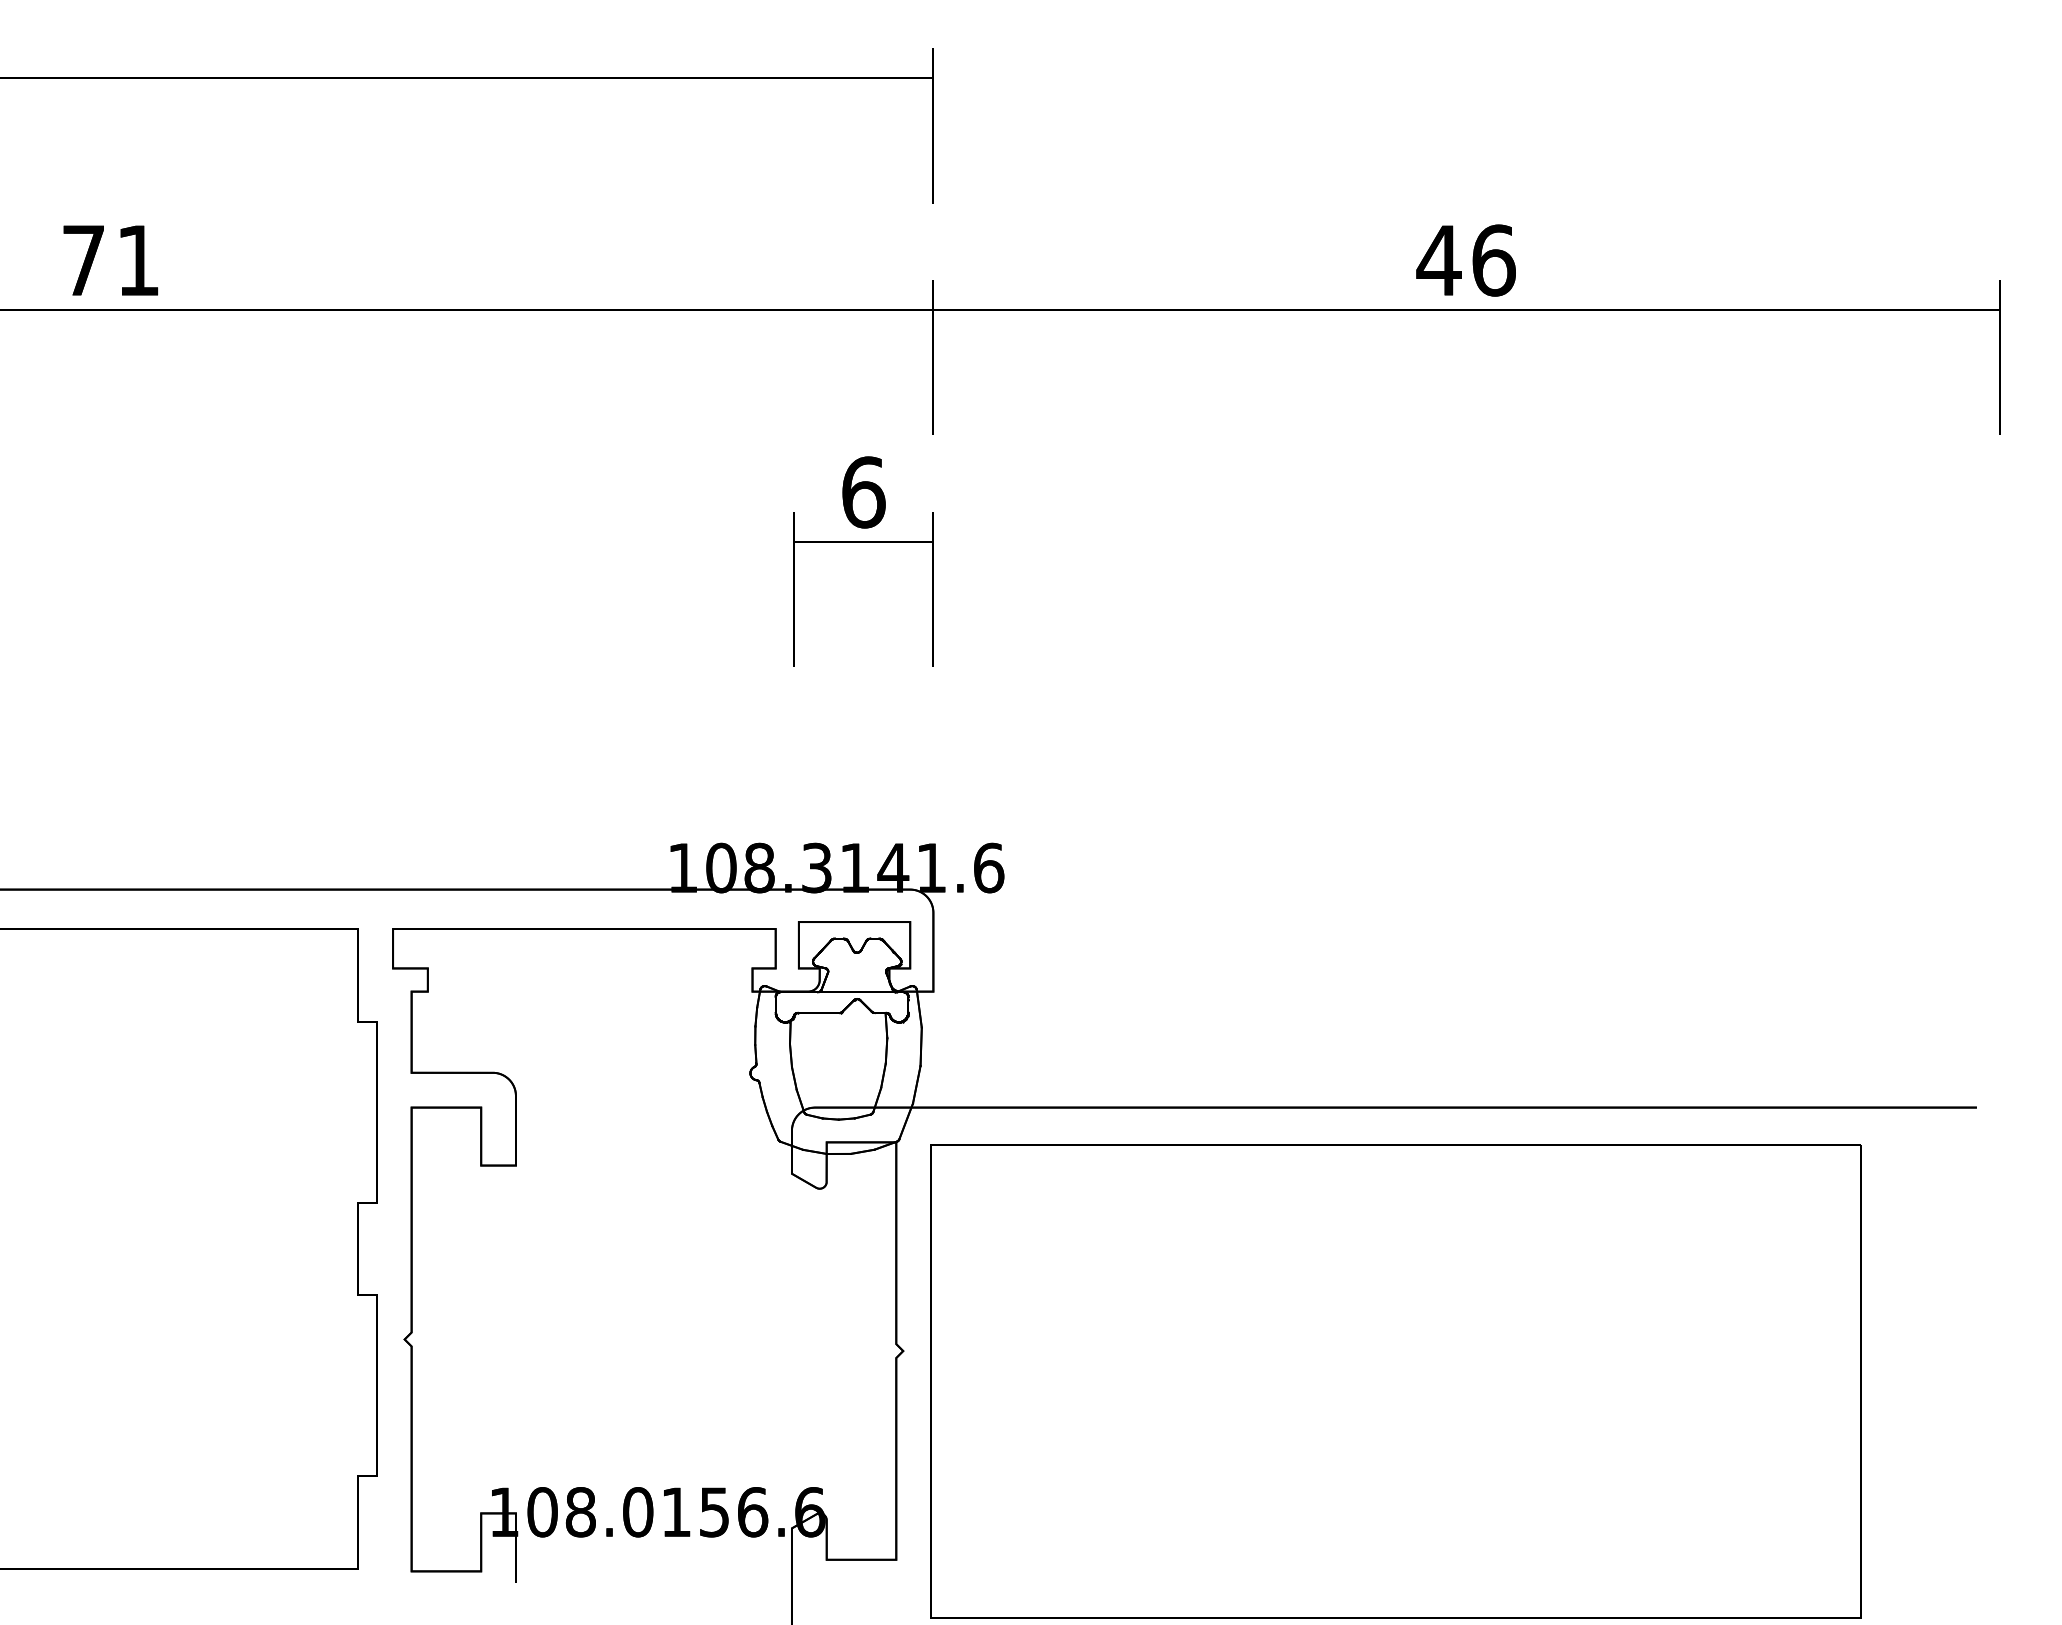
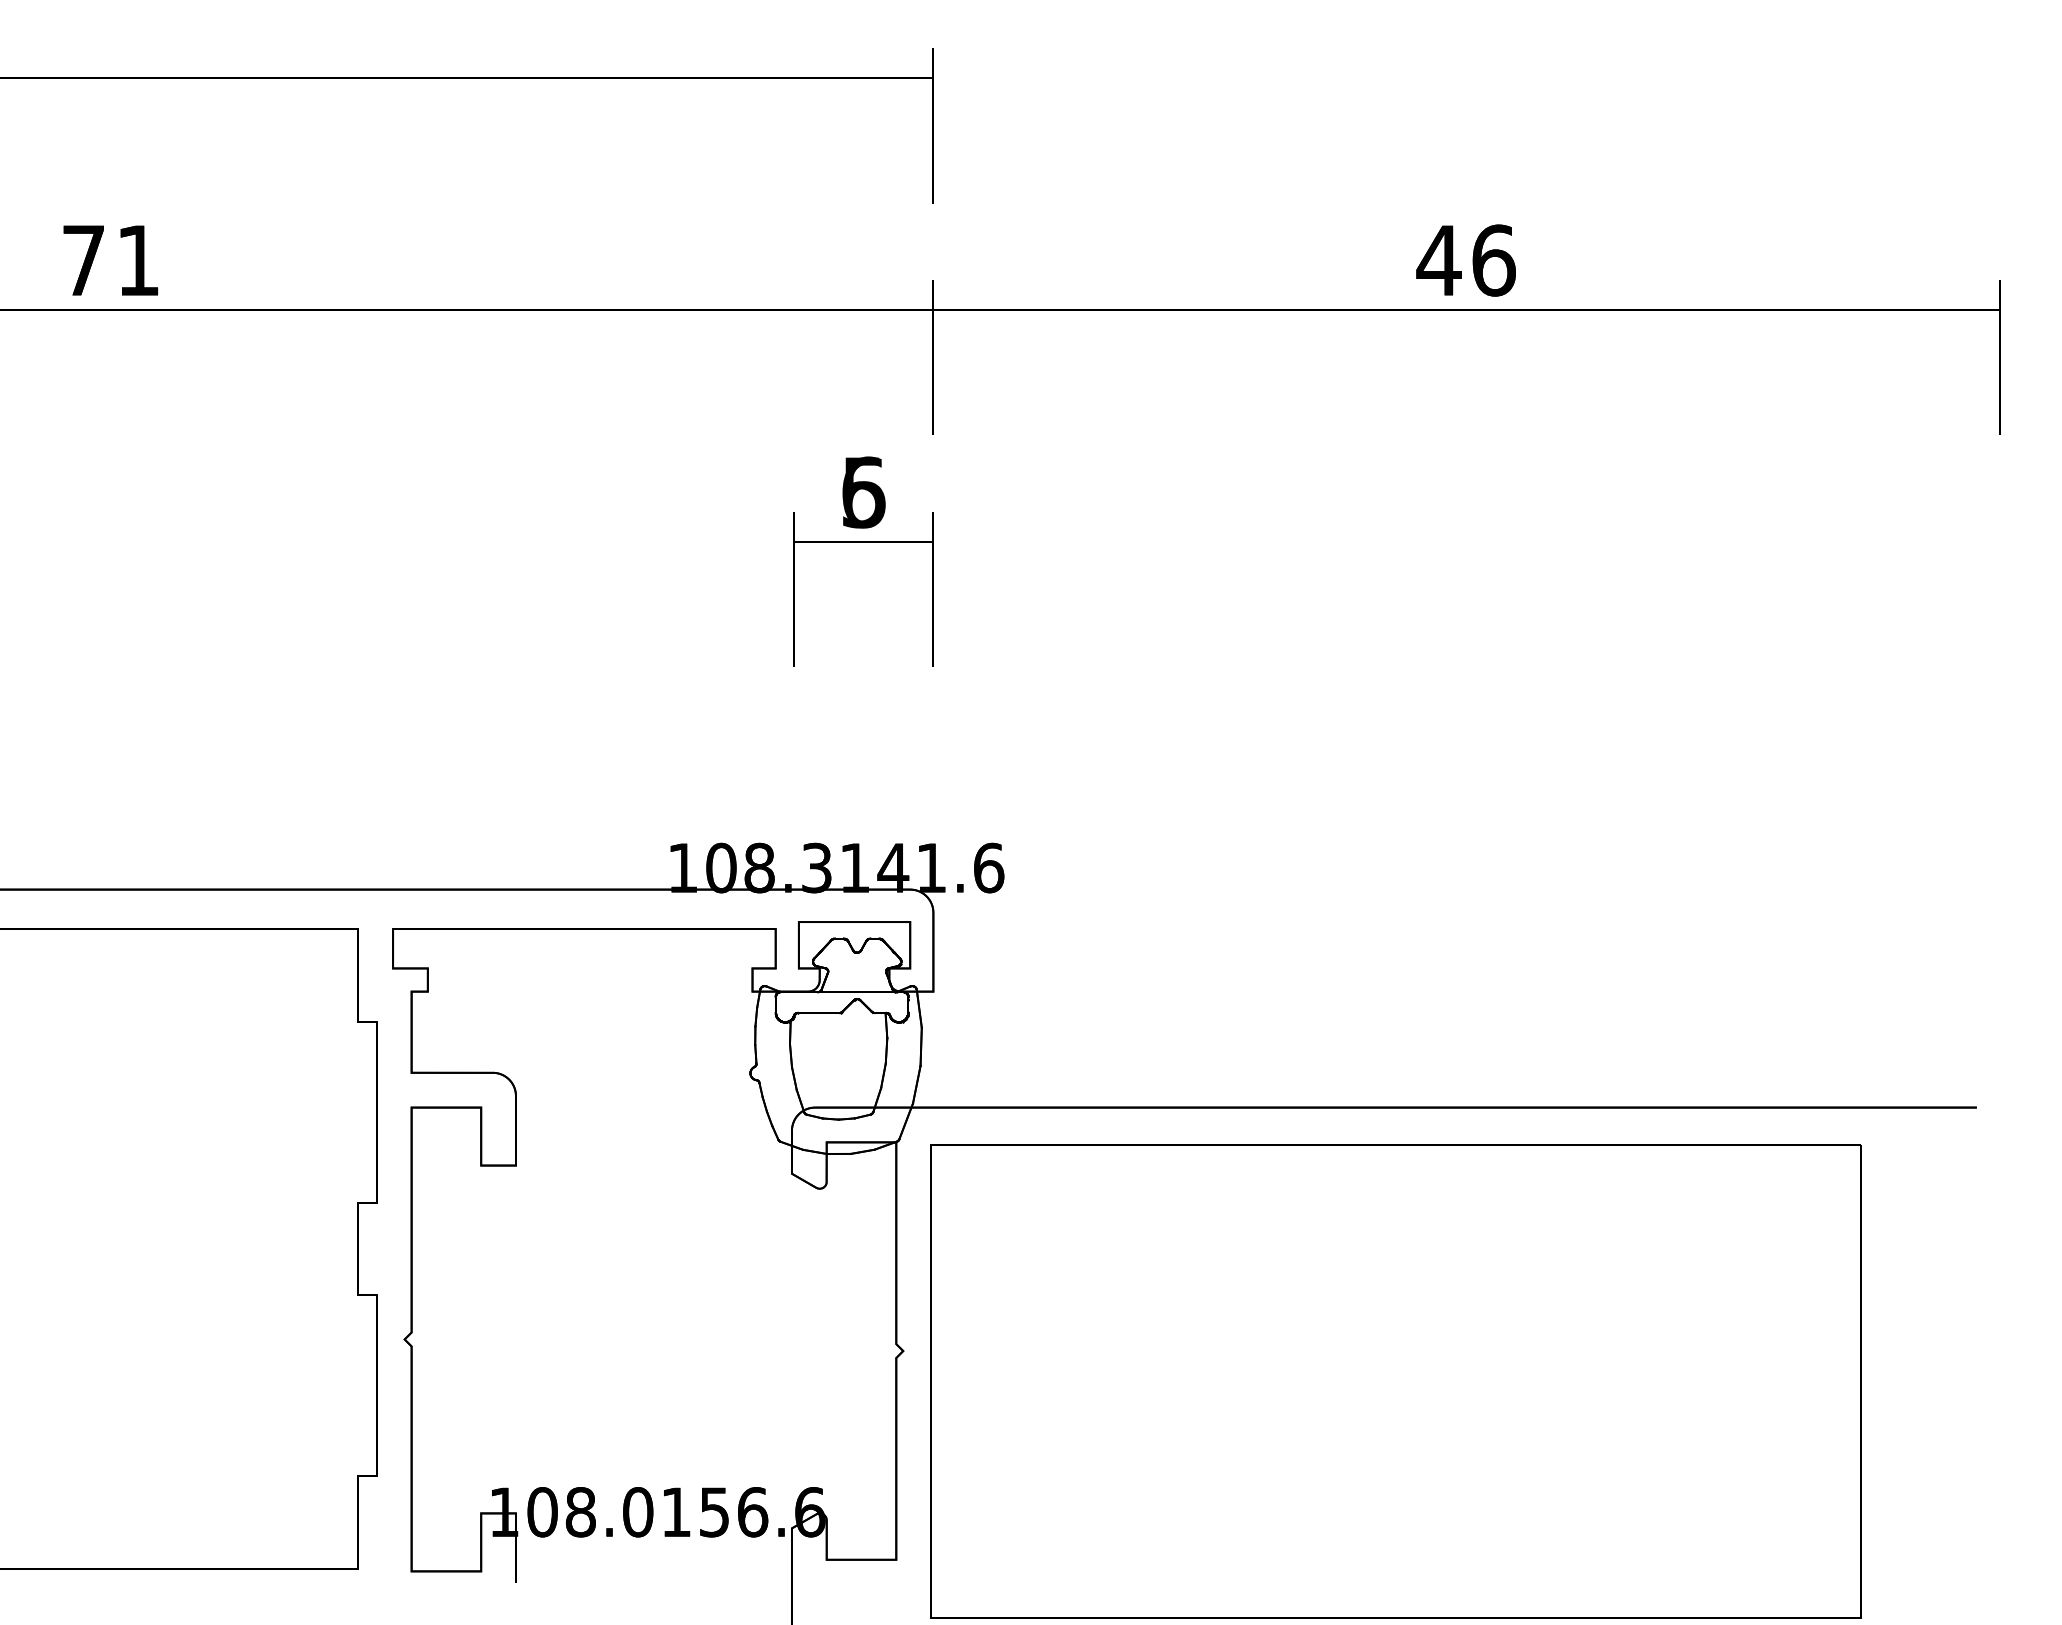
text at (863, 492): 6 -> 5
